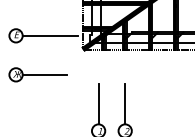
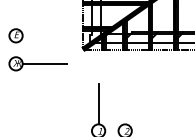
line at (49, 35): present -> none
part at (37, 74) position: (37, 74) -> (37, 63)
line at (125, 103): present -> none
